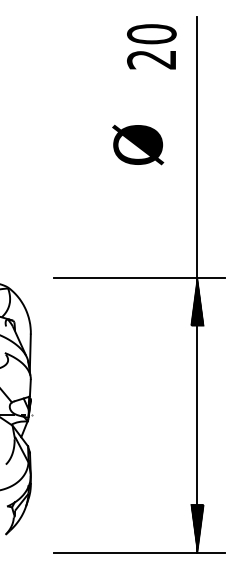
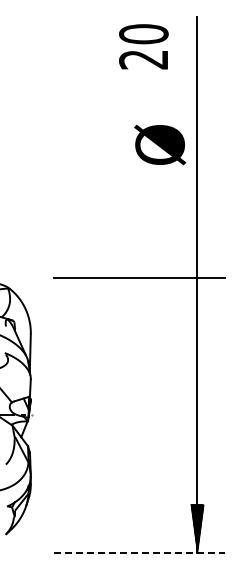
text at (151, 46) position: (151, 46) -> (143, 46)
text at (138, 144) position: (138, 144) -> (160, 144)
hatch at (197, 301): present -> none
line at (140, 552): solid -> dashed
